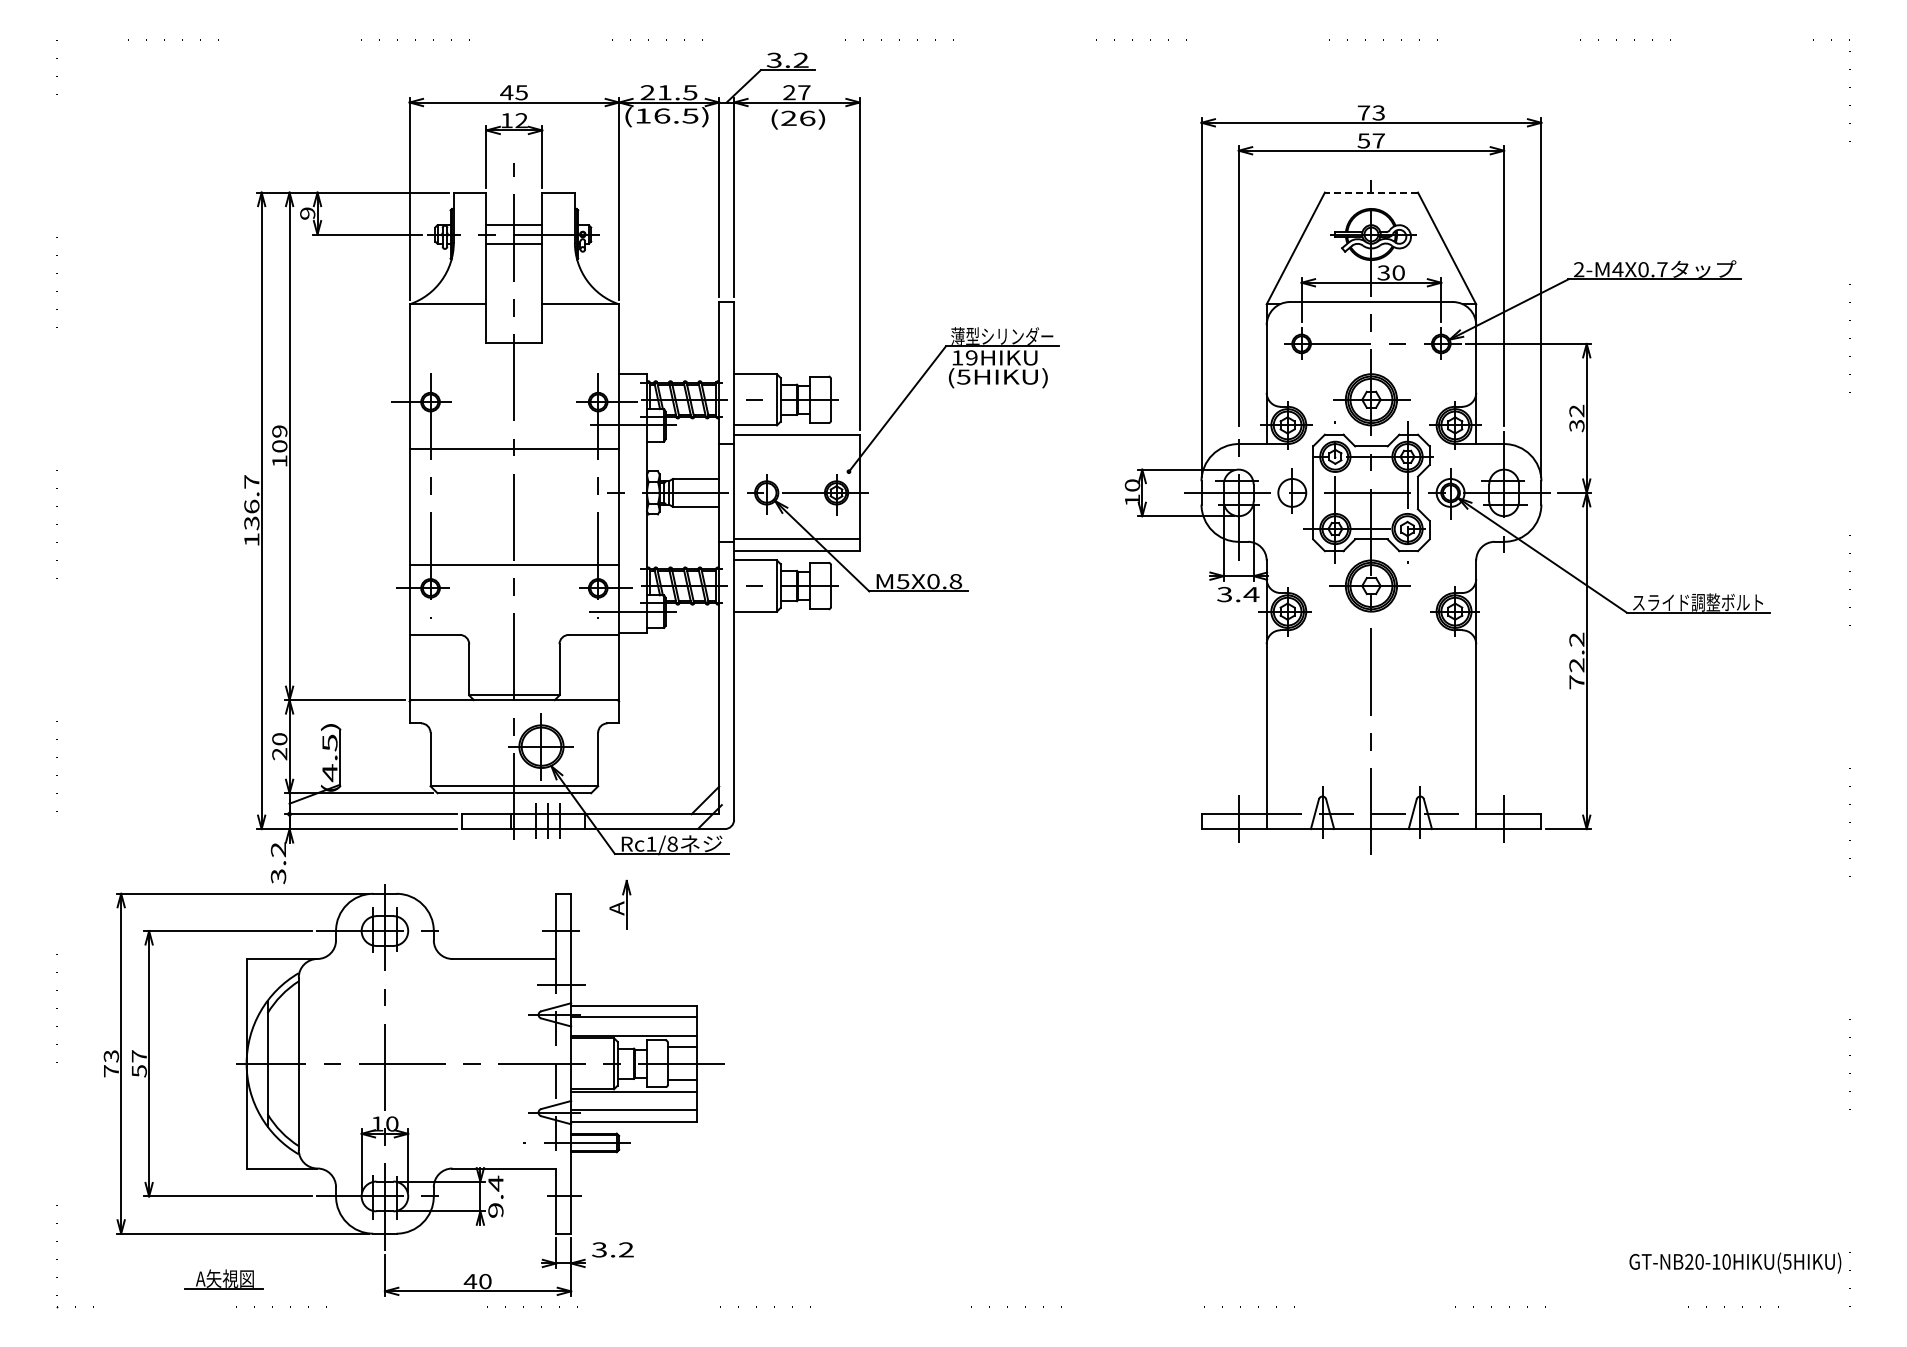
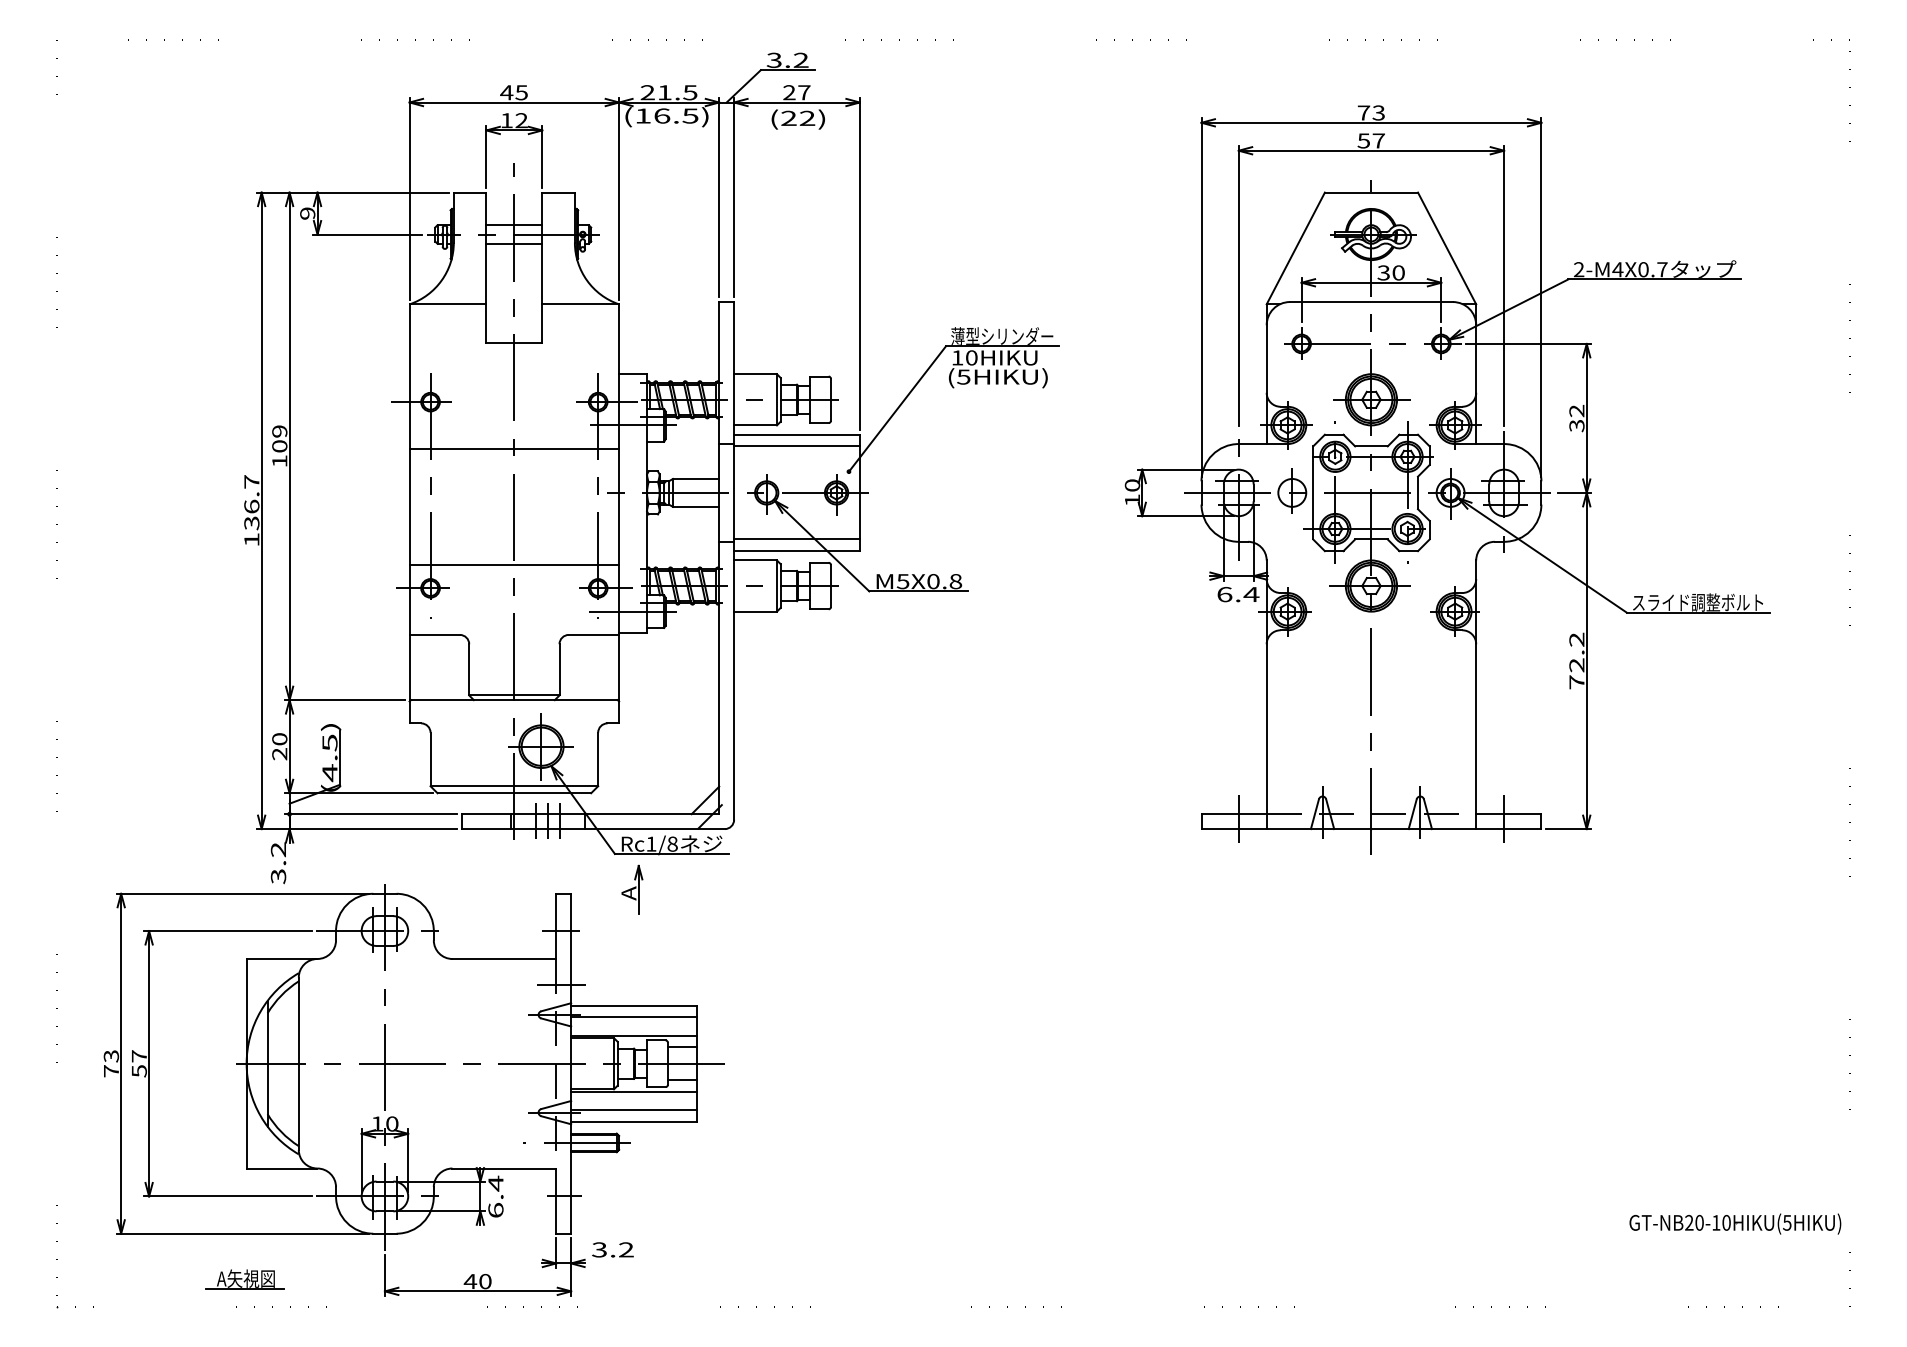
text at (807, 118): (26) -> (22)
line at (1371, 192): dashed -> solid
text at (971, 357): 19HIKU -> 10HIKU
line at (796, 446): none -> present
text at (1224, 594): 3.4 -> 6.4
part at (620, 904) position: (620, 904) -> (632, 889)
text at (495, 1209): 9.4 -> 6.4
part at (1735, 1262) position: (1735, 1262) -> (1735, 1223)
part at (223, 1279) position: (223, 1279) -> (244, 1279)
